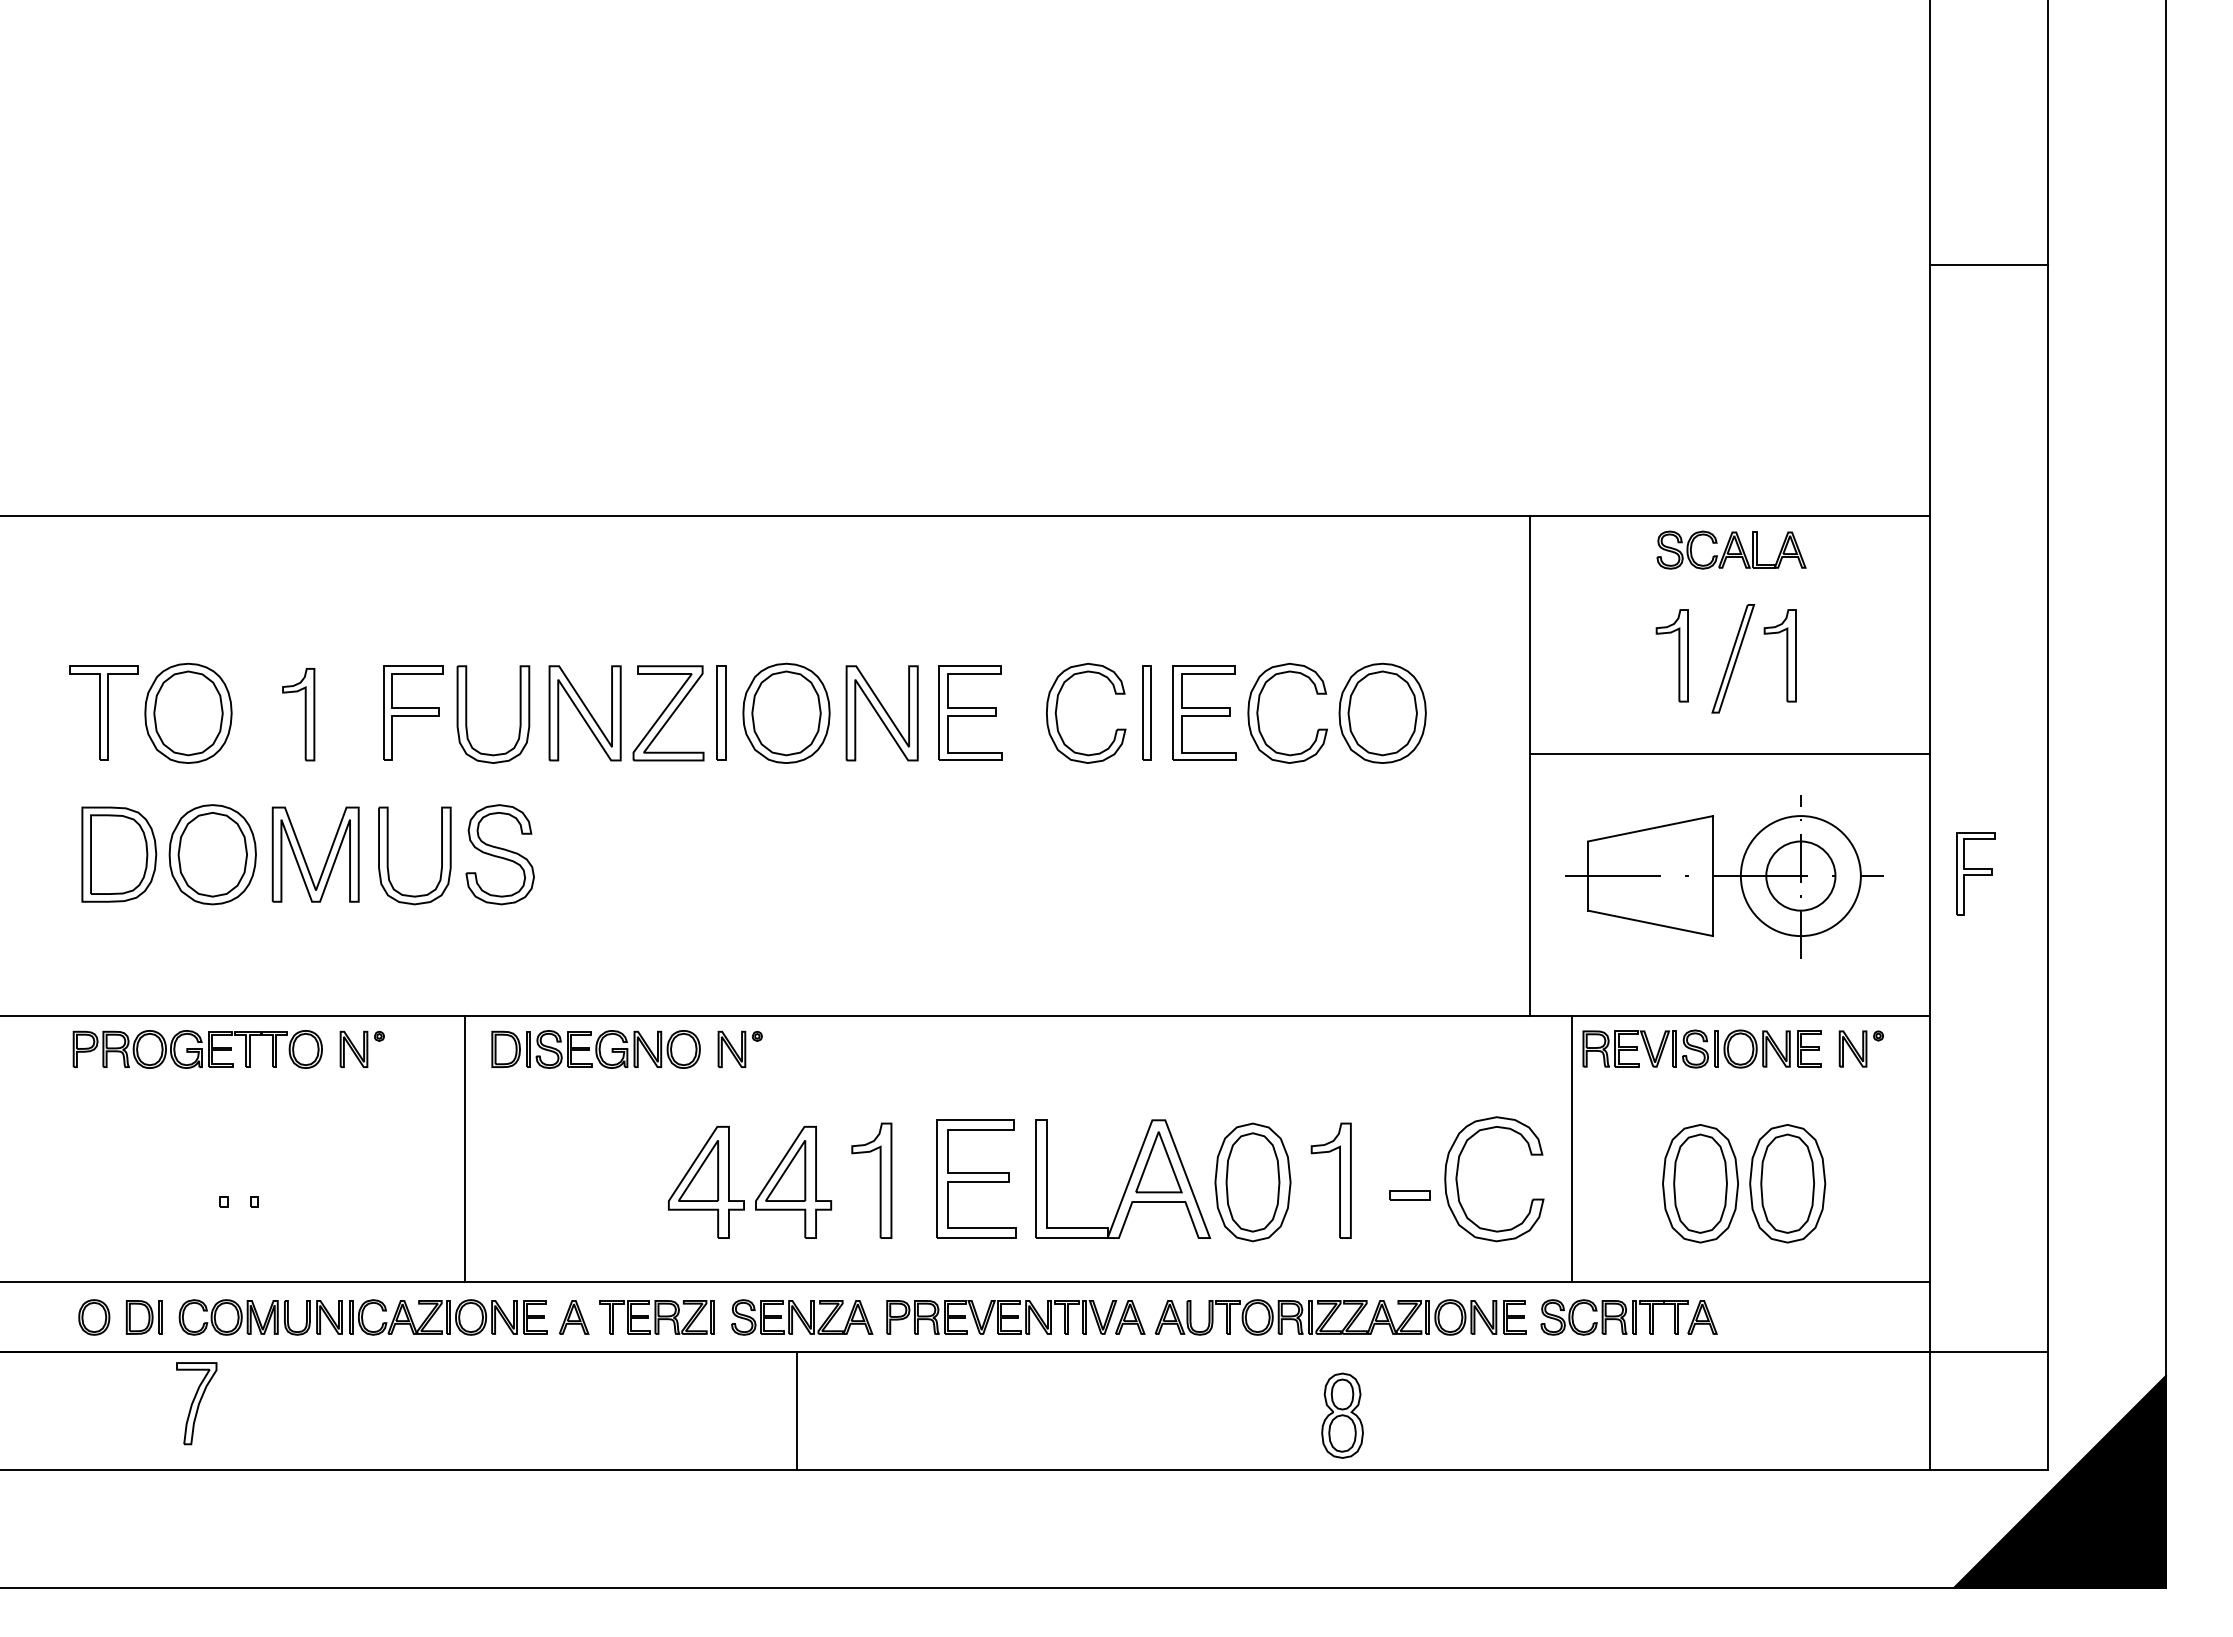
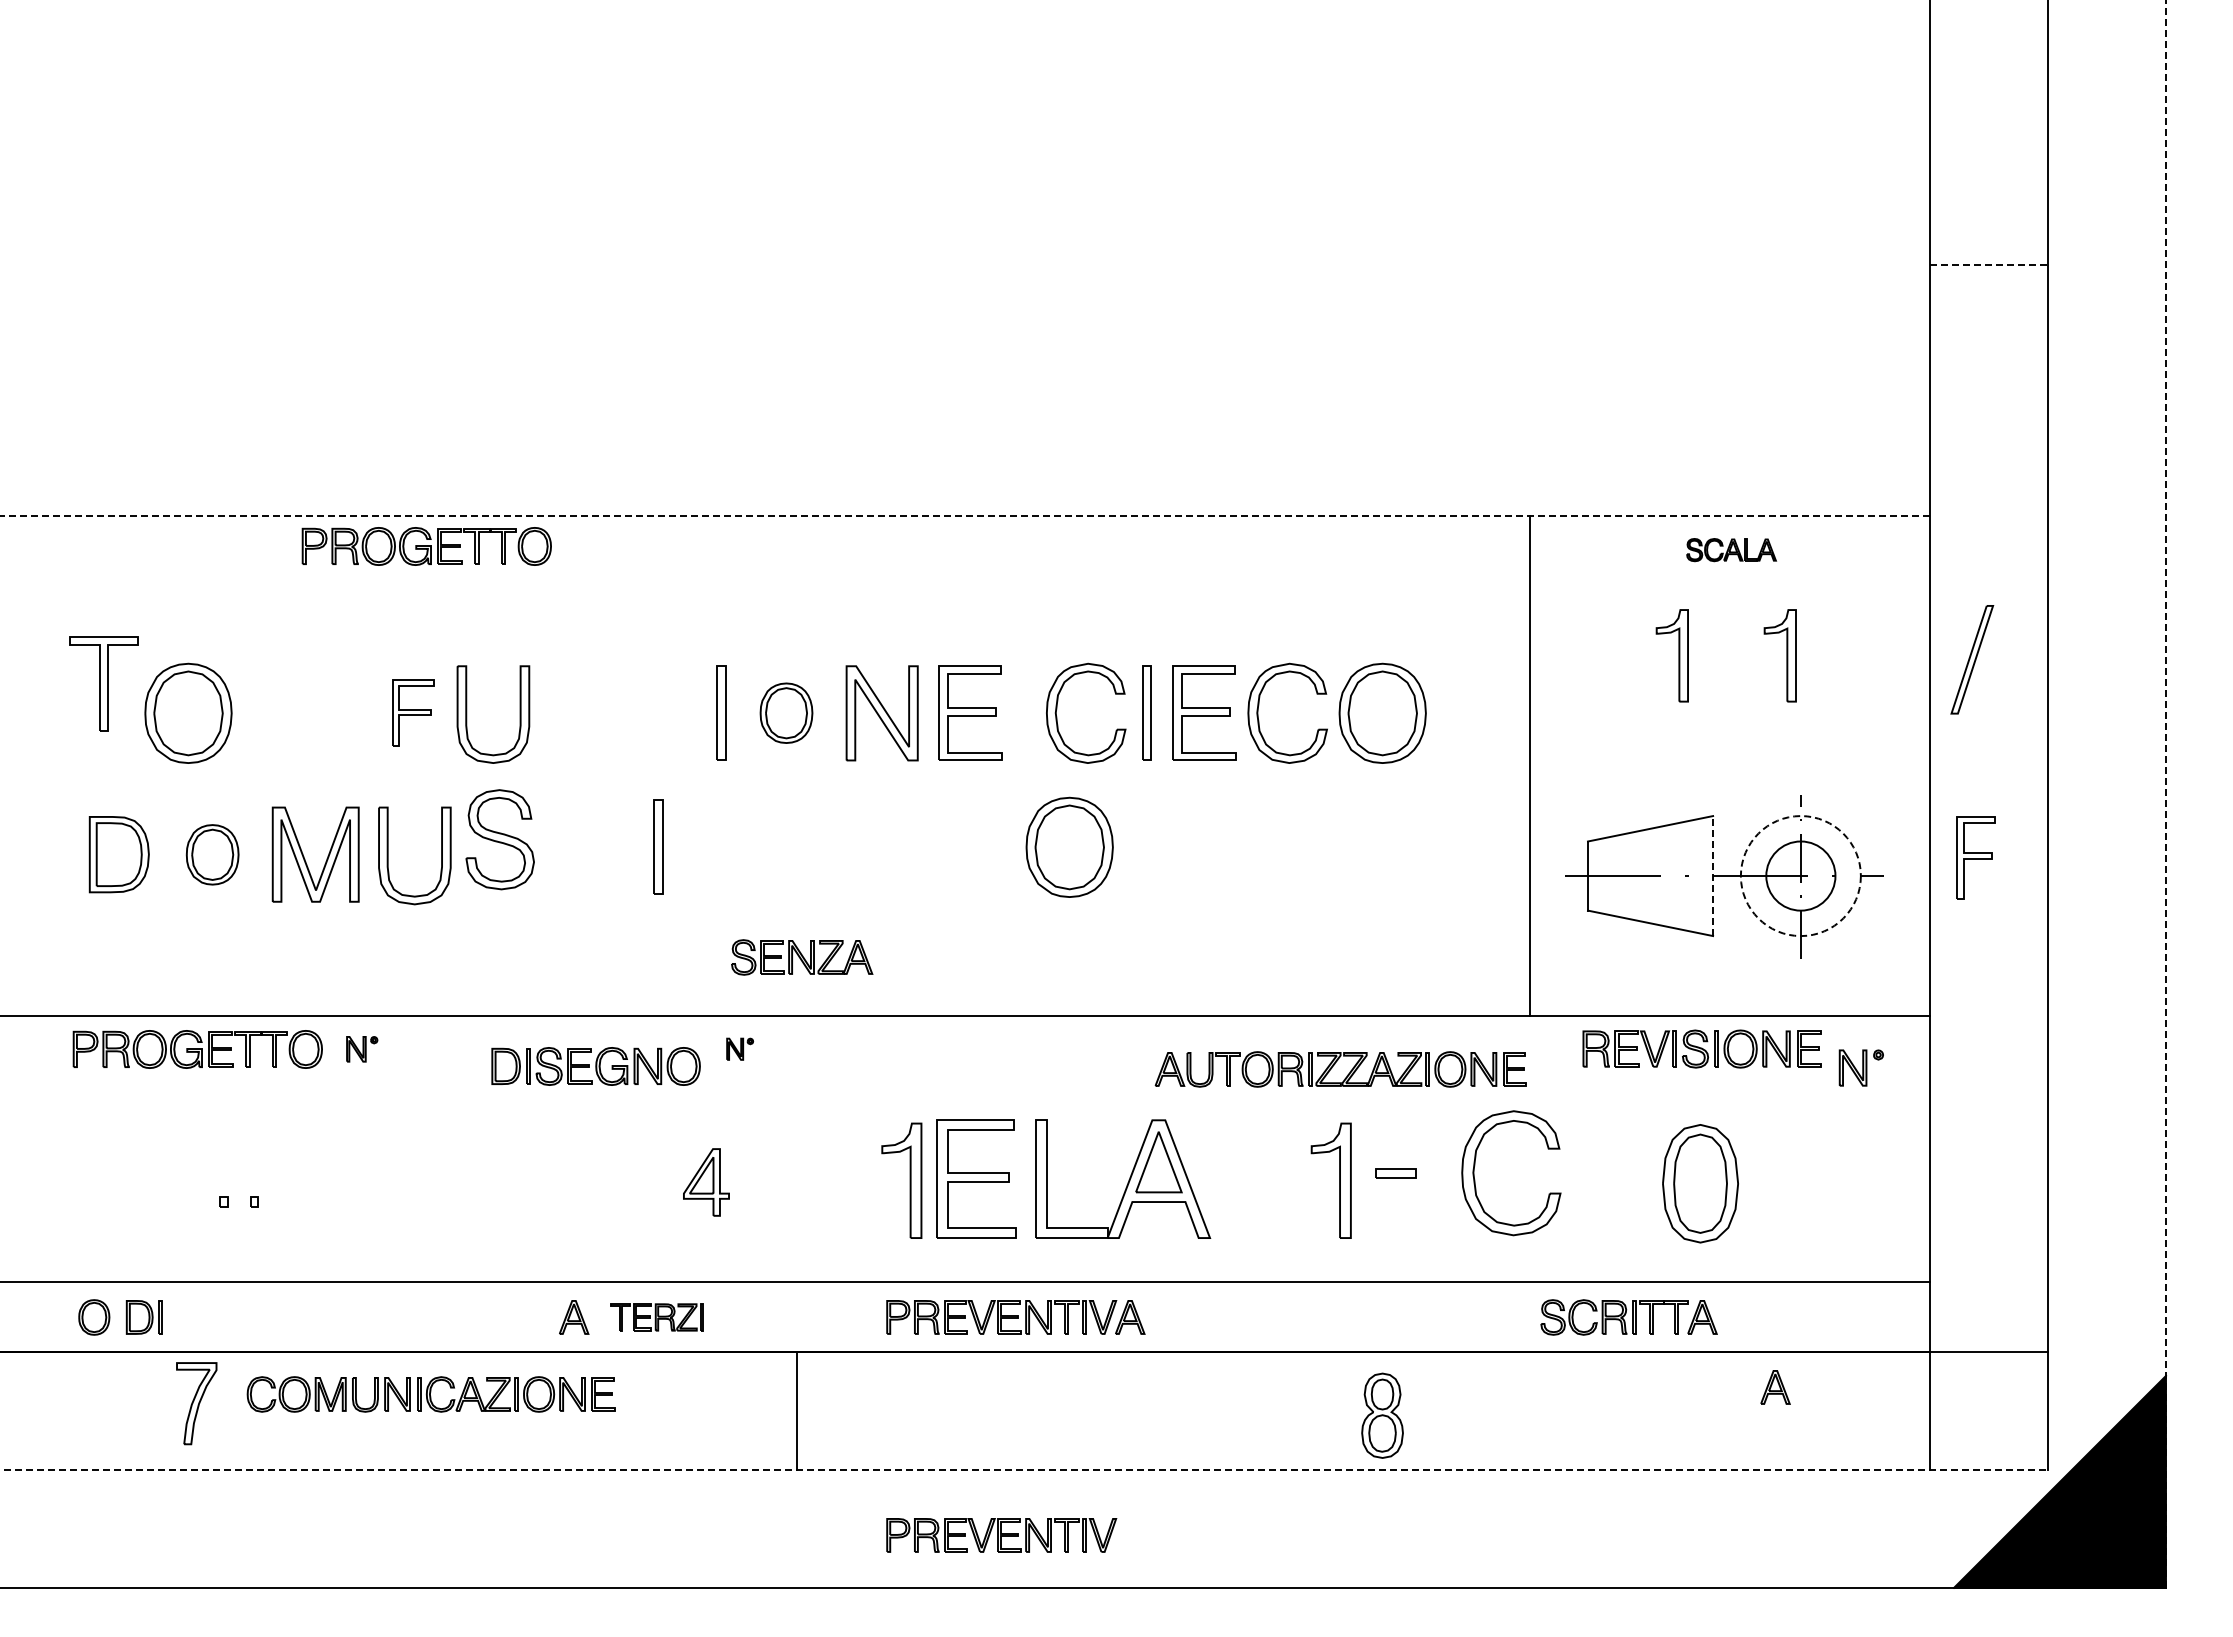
line at (1989, 264): solid -> dashed
line at (965, 516): solid -> dashed
part at (426, 546): none -> present
part at (1731, 549) size: 151x40 px -> 91x25 px
part at (1733, 658) position: (1733, 658) -> (1972, 659)
part at (103, 712) position: (103, 712) -> (103, 683)
part at (413, 712) size: 61x96 px -> 43x68 px
part at (786, 712) size: 89x102 px -> 55x62 px
part at (584, 713): present -> none
part at (668, 713): present -> none
part at (298, 714): present -> none
line at (1730, 754): present -> none
line at (2166, 793): solid -> dashed
part at (658, 846): none -> present
part at (1069, 846): none -> present
part at (119, 854) size: 77x97 px -> 62x78 px
part at (212, 854) size: 89x102 px -> 55x62 px
part at (499, 854) position: (499, 854) -> (499, 839)
part at (1975, 873) position: (1975, 873) -> (1975, 857)
line at (1713, 876): solid -> dashed
circle at (1800, 876): solid -> dashed
part at (361, 1048) size: 46x38 px -> 33x27 px
part at (739, 1048) size: 46x38 px -> 29x24 px
part at (1860, 1048) position: (1860, 1048) -> (1860, 1067)
part at (595, 1049) position: (595, 1049) -> (595, 1066)
line at (464, 1148): present -> none
line at (1572, 1148): present -> none
part at (879, 1180) position: (879, 1180) -> (909, 1180)
part at (706, 1182) size: 77x113 px -> 47x69 px
part at (793, 1182): present -> none
part at (1252, 1182): present -> none
part at (1787, 1183): present -> none
part at (1458, 1185) position: (1458, 1185) -> (1475, 1179)
part at (1409, 1195) position: (1409, 1195) -> (1395, 1173)
part at (1335, 1312) position: (1335, 1312) -> (1335, 1064)
part at (362, 1317) position: (362, 1317) -> (430, 1394)
part at (656, 1317) size: 116x35 px -> 94x29 px
part at (802, 1317) position: (802, 1317) -> (802, 957)
part at (1775, 1387): none -> present
part at (1342, 1415) position: (1342, 1415) -> (1382, 1415)
line at (1024, 1470): solid -> dashed
part at (1001, 1535): none -> present
